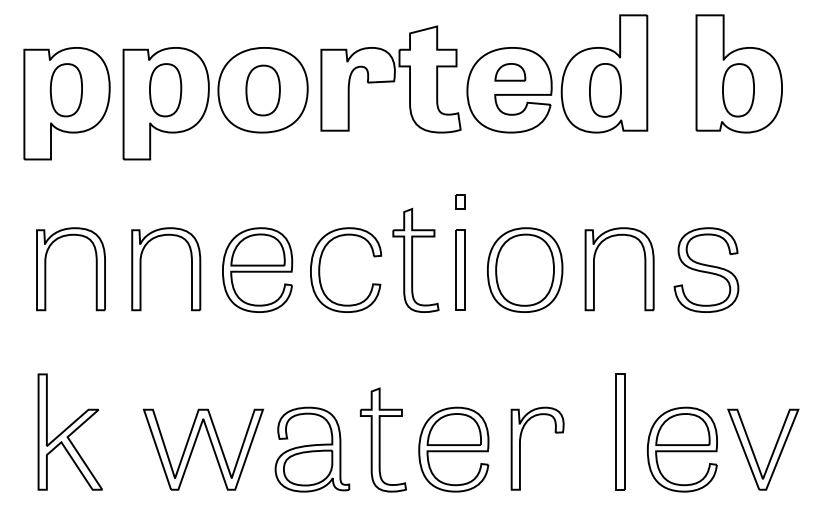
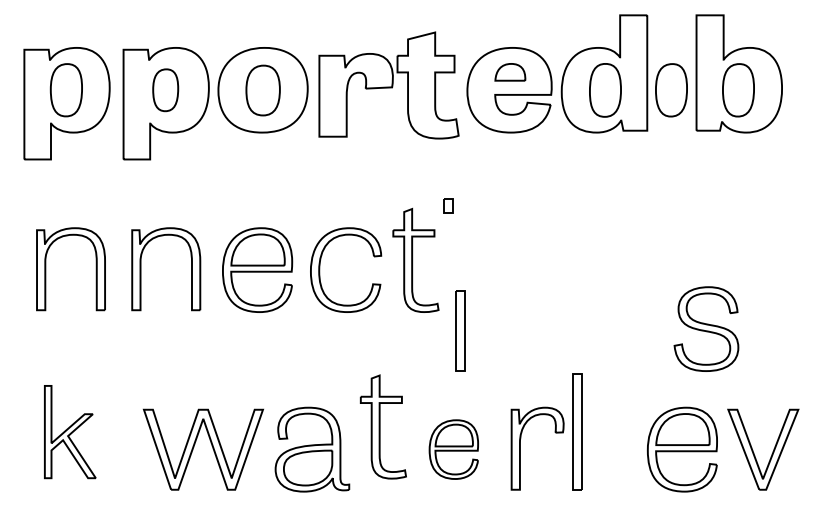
part at (390, 79) position: (390, 79) -> (388, 85)
part at (165, 90) size: 34x55 px -> 28x45 px
part at (671, 90): none -> present
part at (460, 201) position: (460, 201) -> (448, 205)
part at (460, 269) position: (460, 269) -> (460, 330)
part at (525, 269): present -> none
part at (594, 269): present -> none
part at (706, 269) position: (706, 269) -> (706, 328)
part at (69, 431) size: 66x118 px -> 53x95 px
part at (620, 431) position: (620, 431) -> (577, 431)
part at (382, 439) position: (382, 439) -> (382, 426)
part at (453, 449) size: 72x87 px -> 51x61 px
